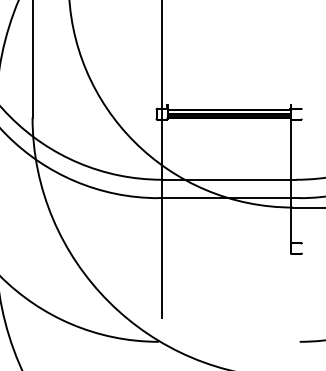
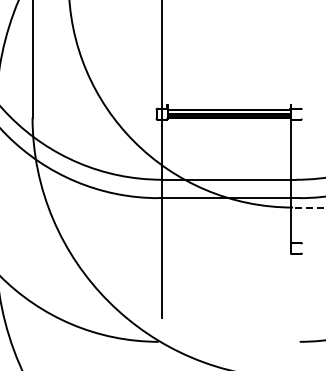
line at (309, 207): solid -> dashed
